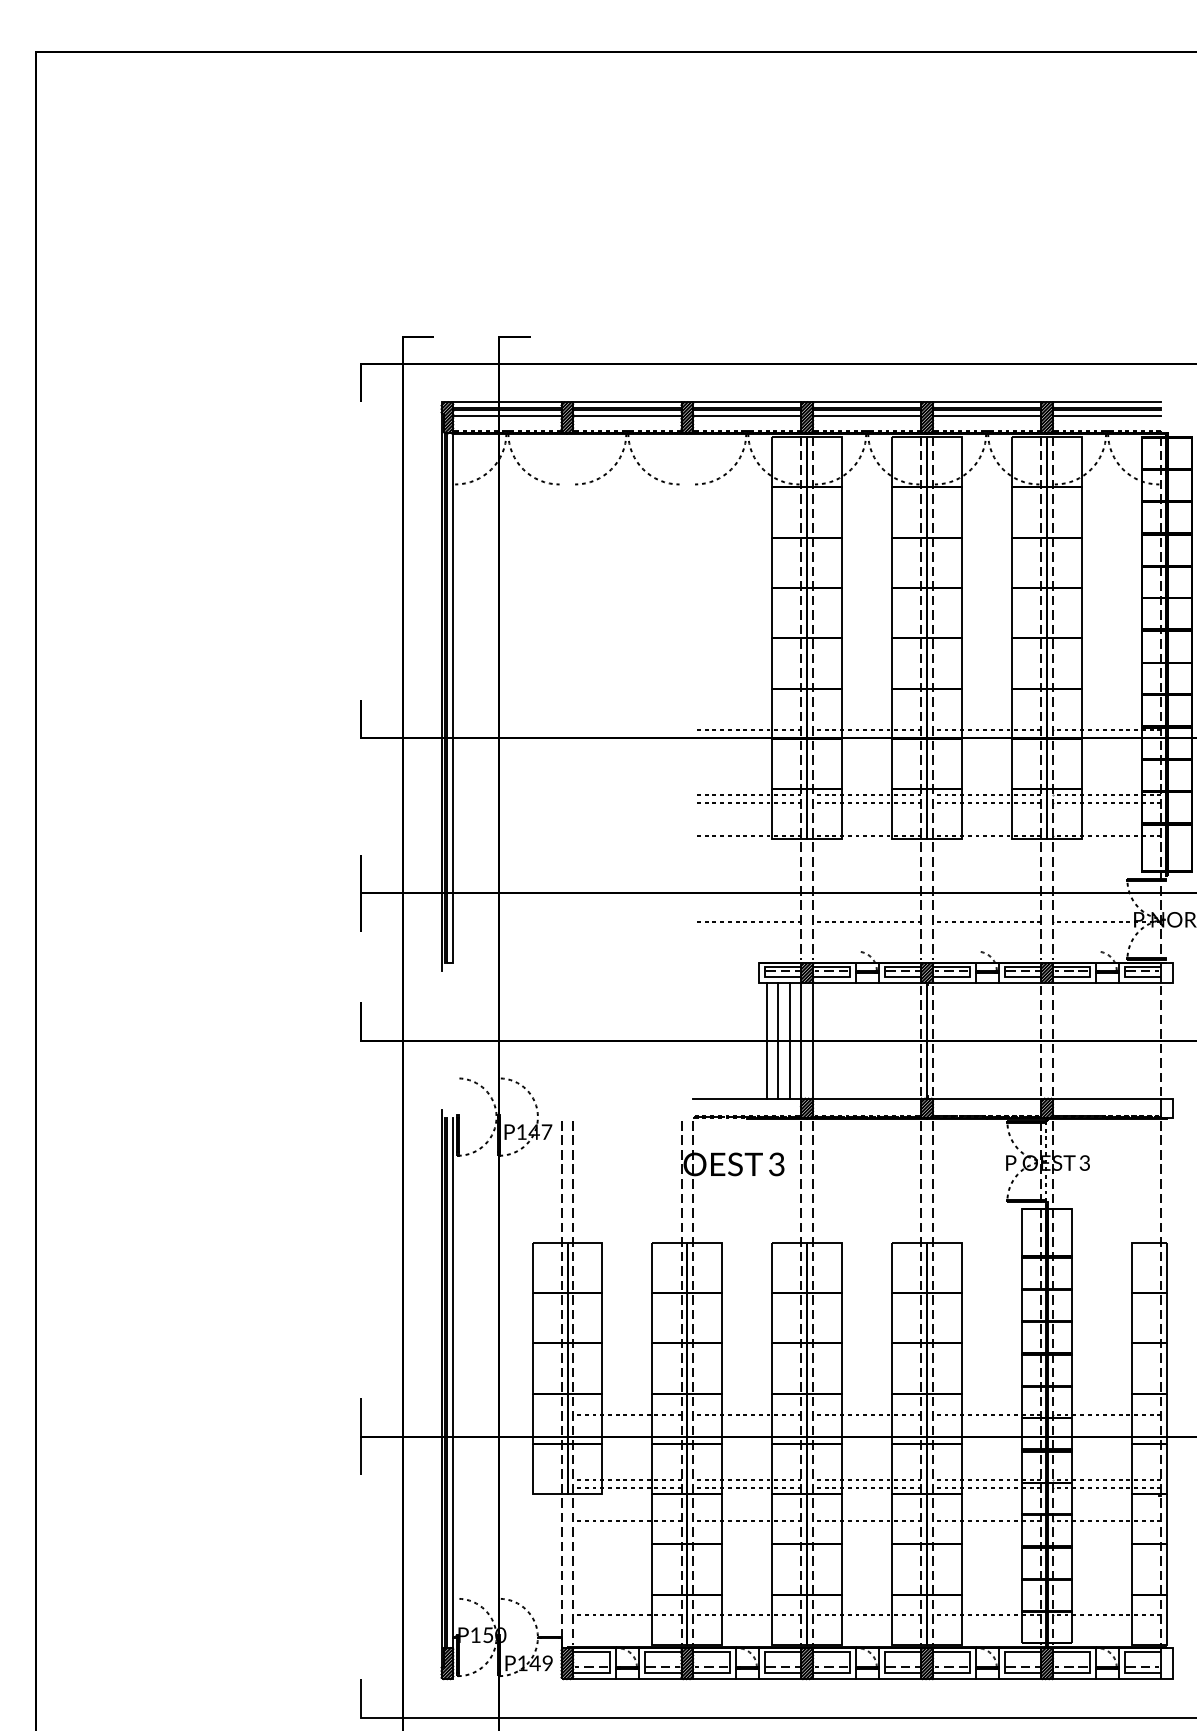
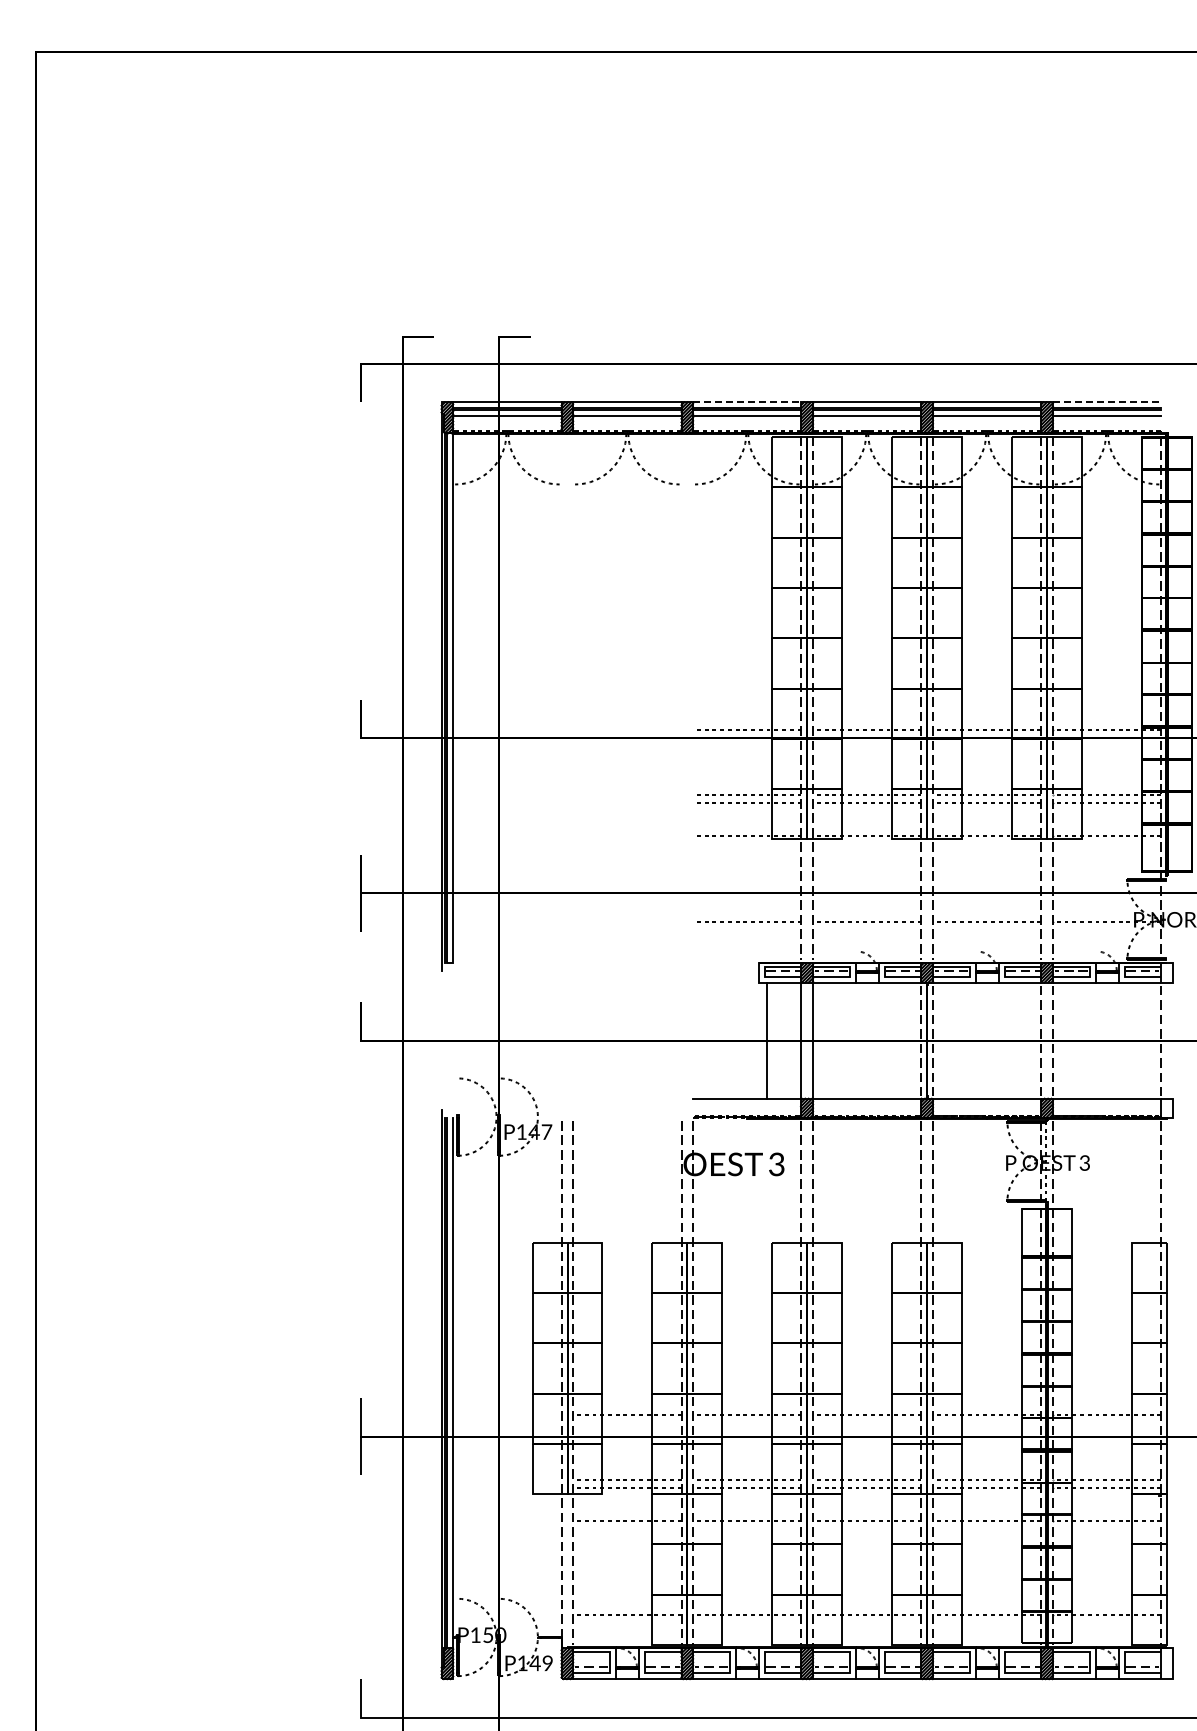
line at (747, 402): solid -> dashed
line at (1107, 402): solid -> dashed
line at (778, 1040): present -> none
line at (789, 1040): present -> none
